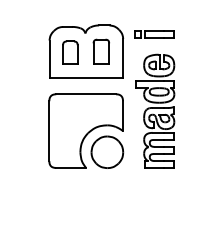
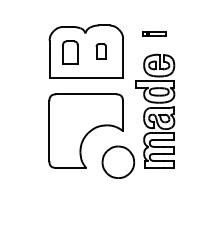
part at (154, 34) size: 41x9 px -> 25x6 px
part at (100, 51) size: 18x27 px -> 12x17 px
part at (107, 151) position: (107, 151) -> (118, 161)
